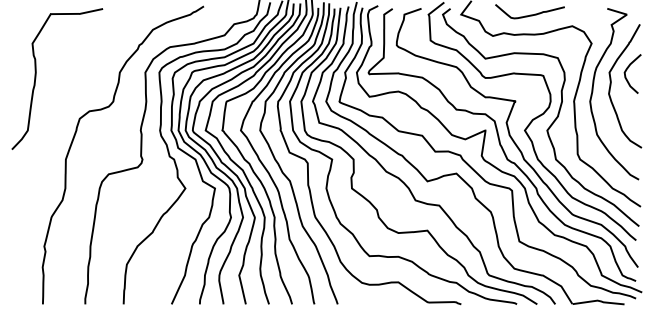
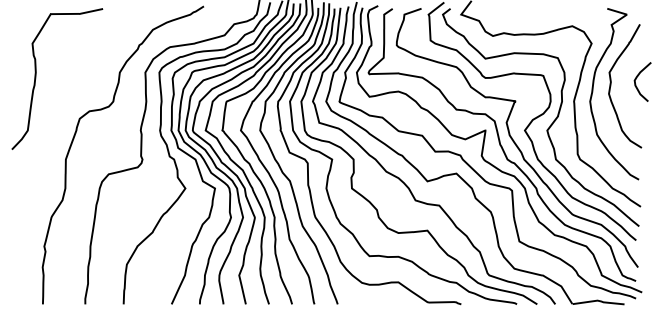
curve at (530, 14): present -> none
curve at (626, 71) position: (626, 71) -> (636, 79)
